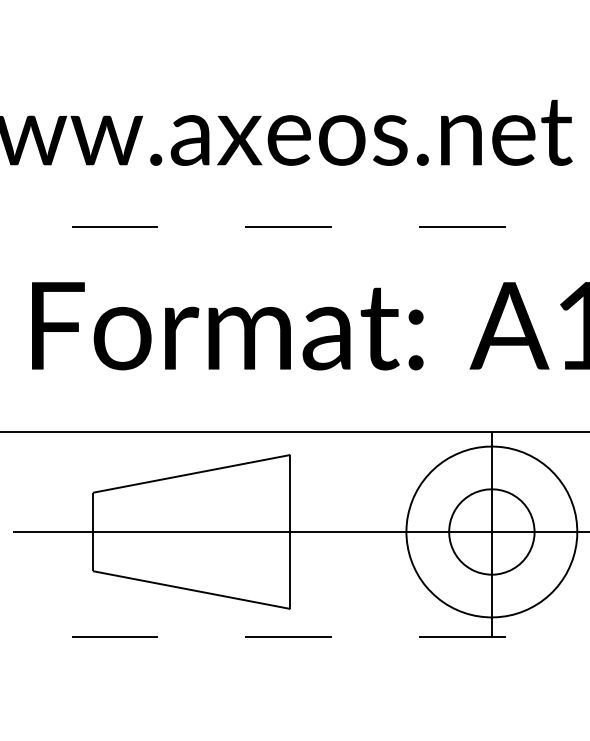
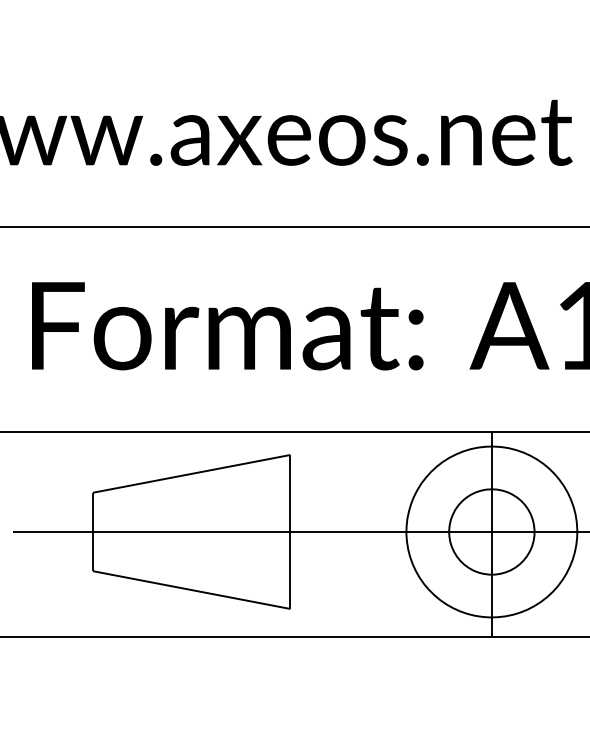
line at (295, 226): dashed -> solid
line at (295, 636): dashed -> solid
